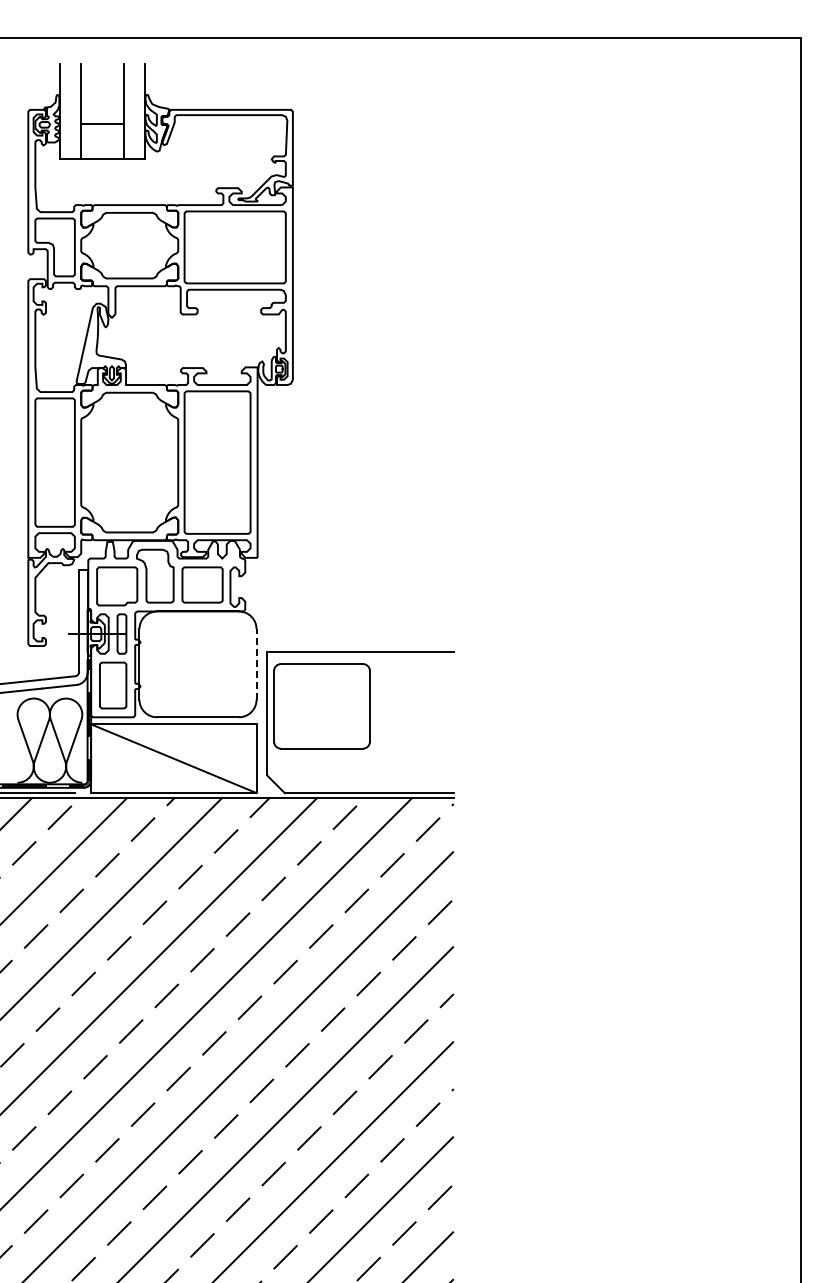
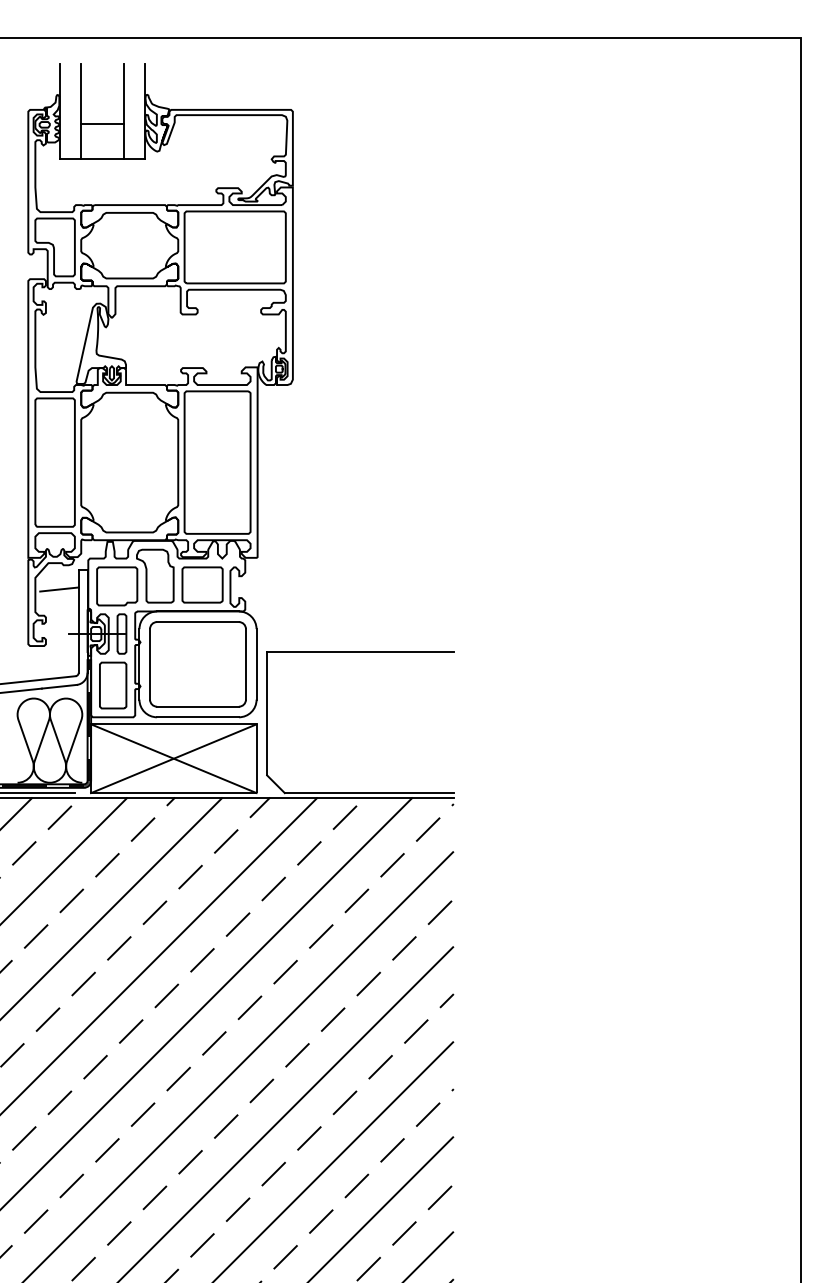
line at (59, 589): none -> present
line at (256, 663): dashed -> solid
part at (321, 706) position: (321, 706) -> (197, 664)
line at (173, 758): none -> present
